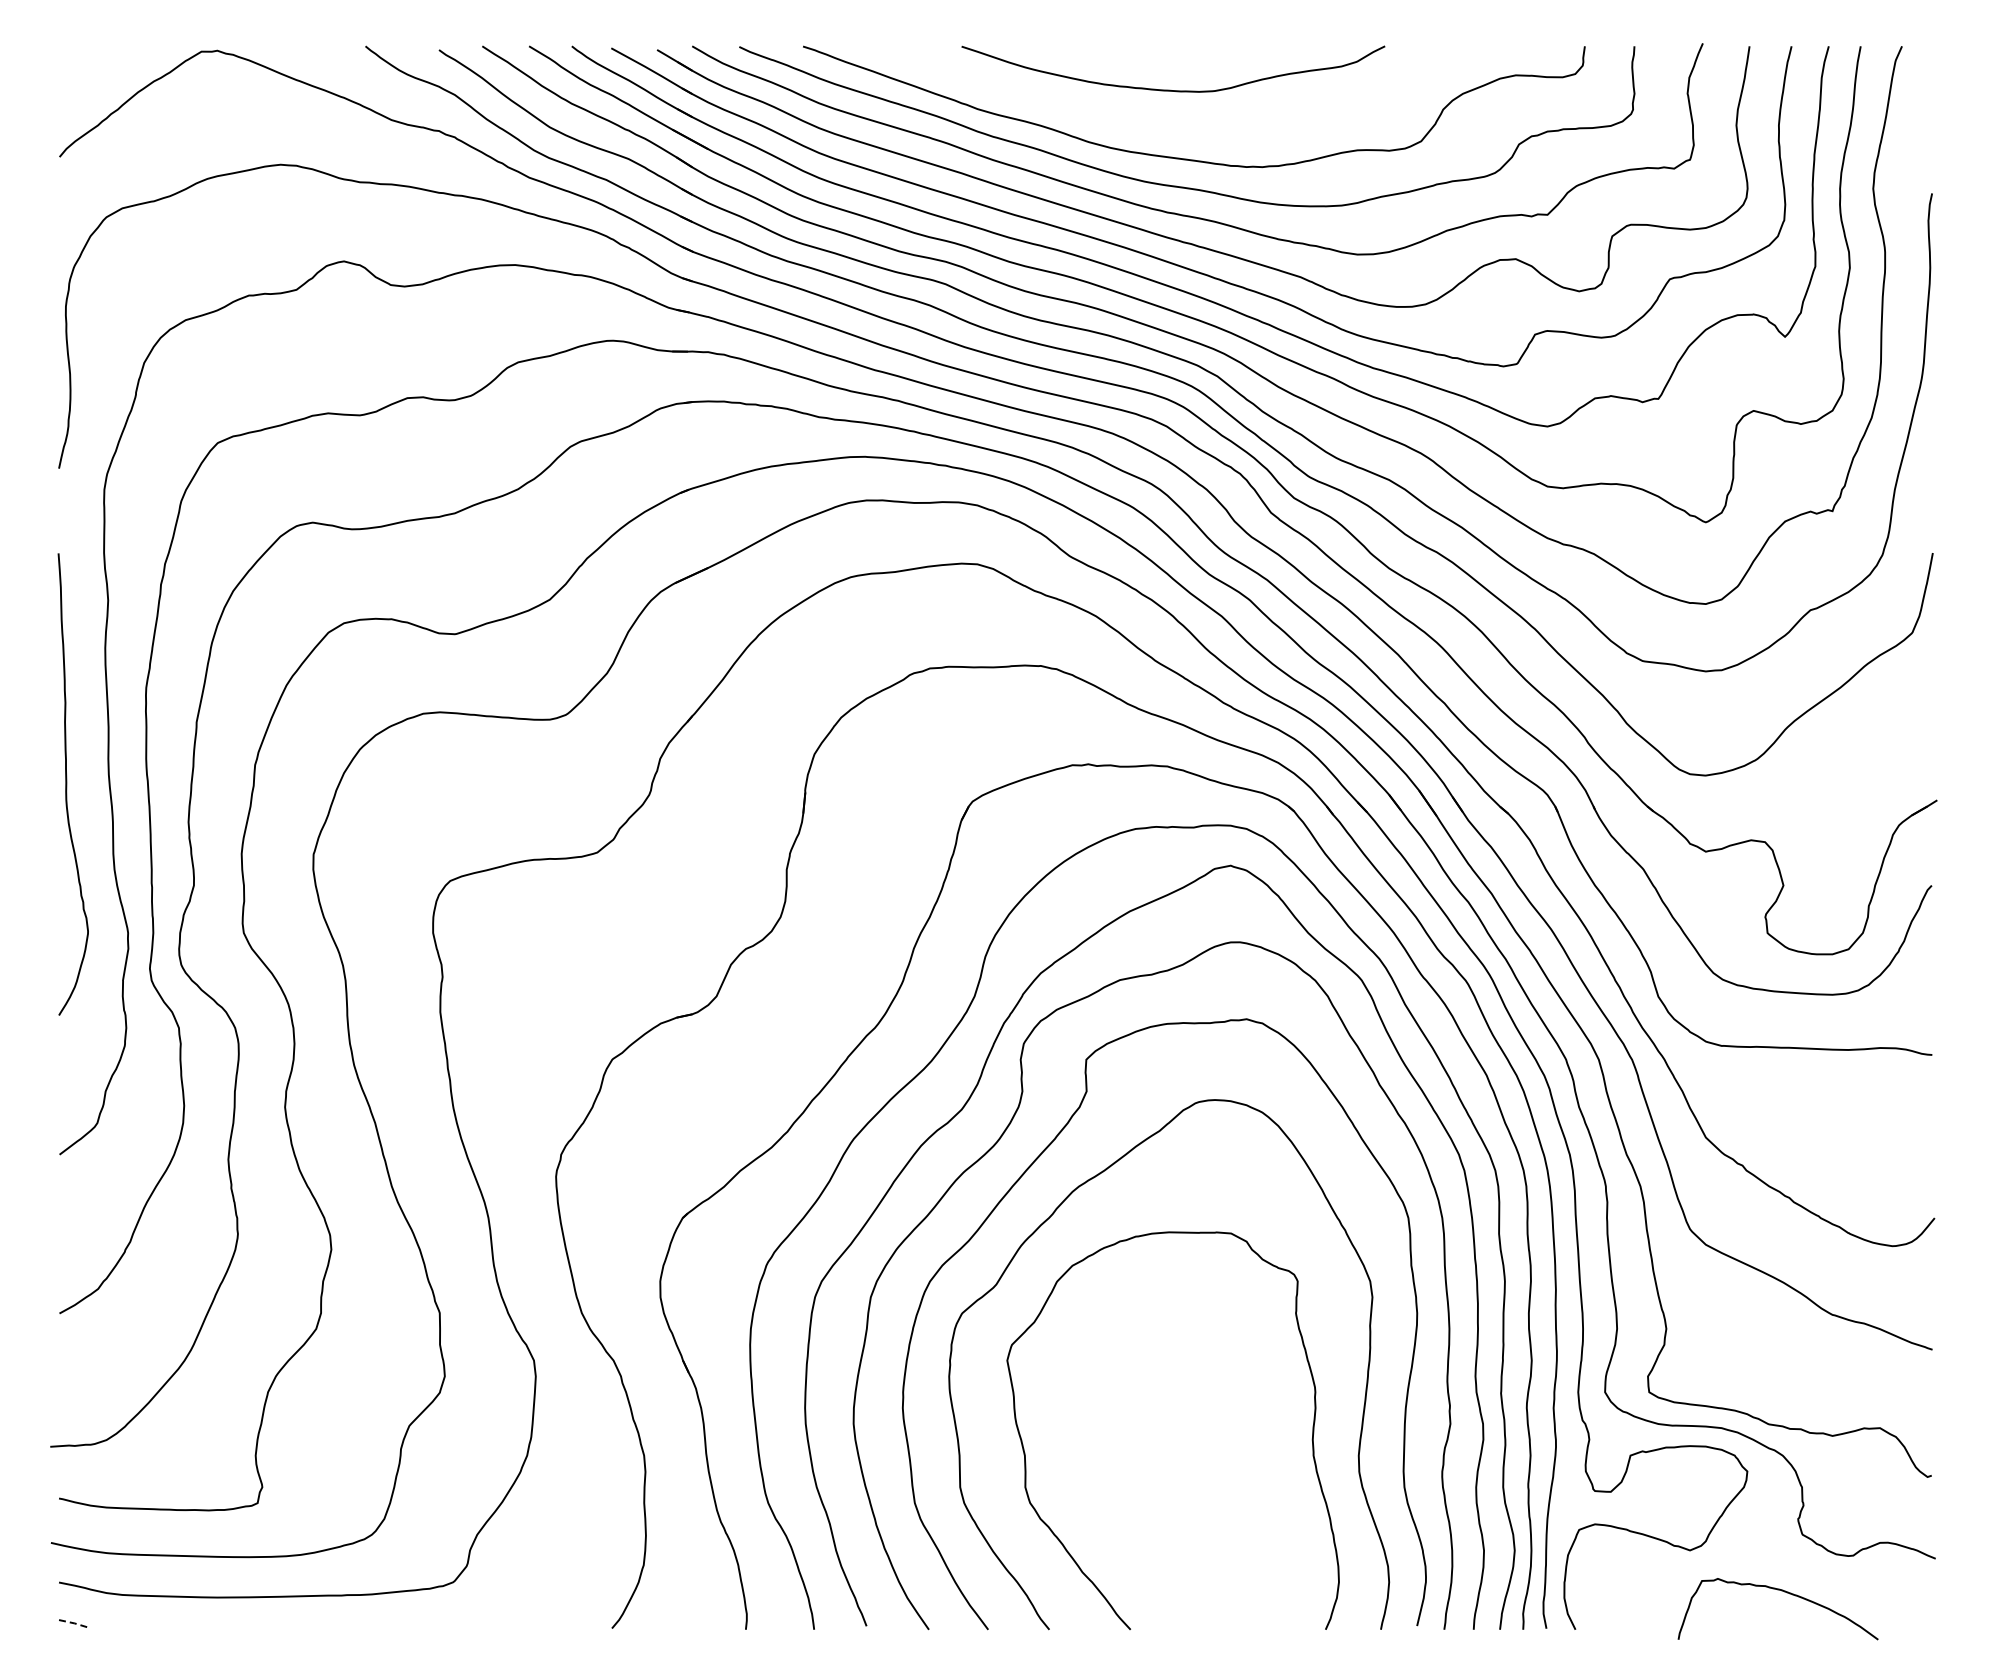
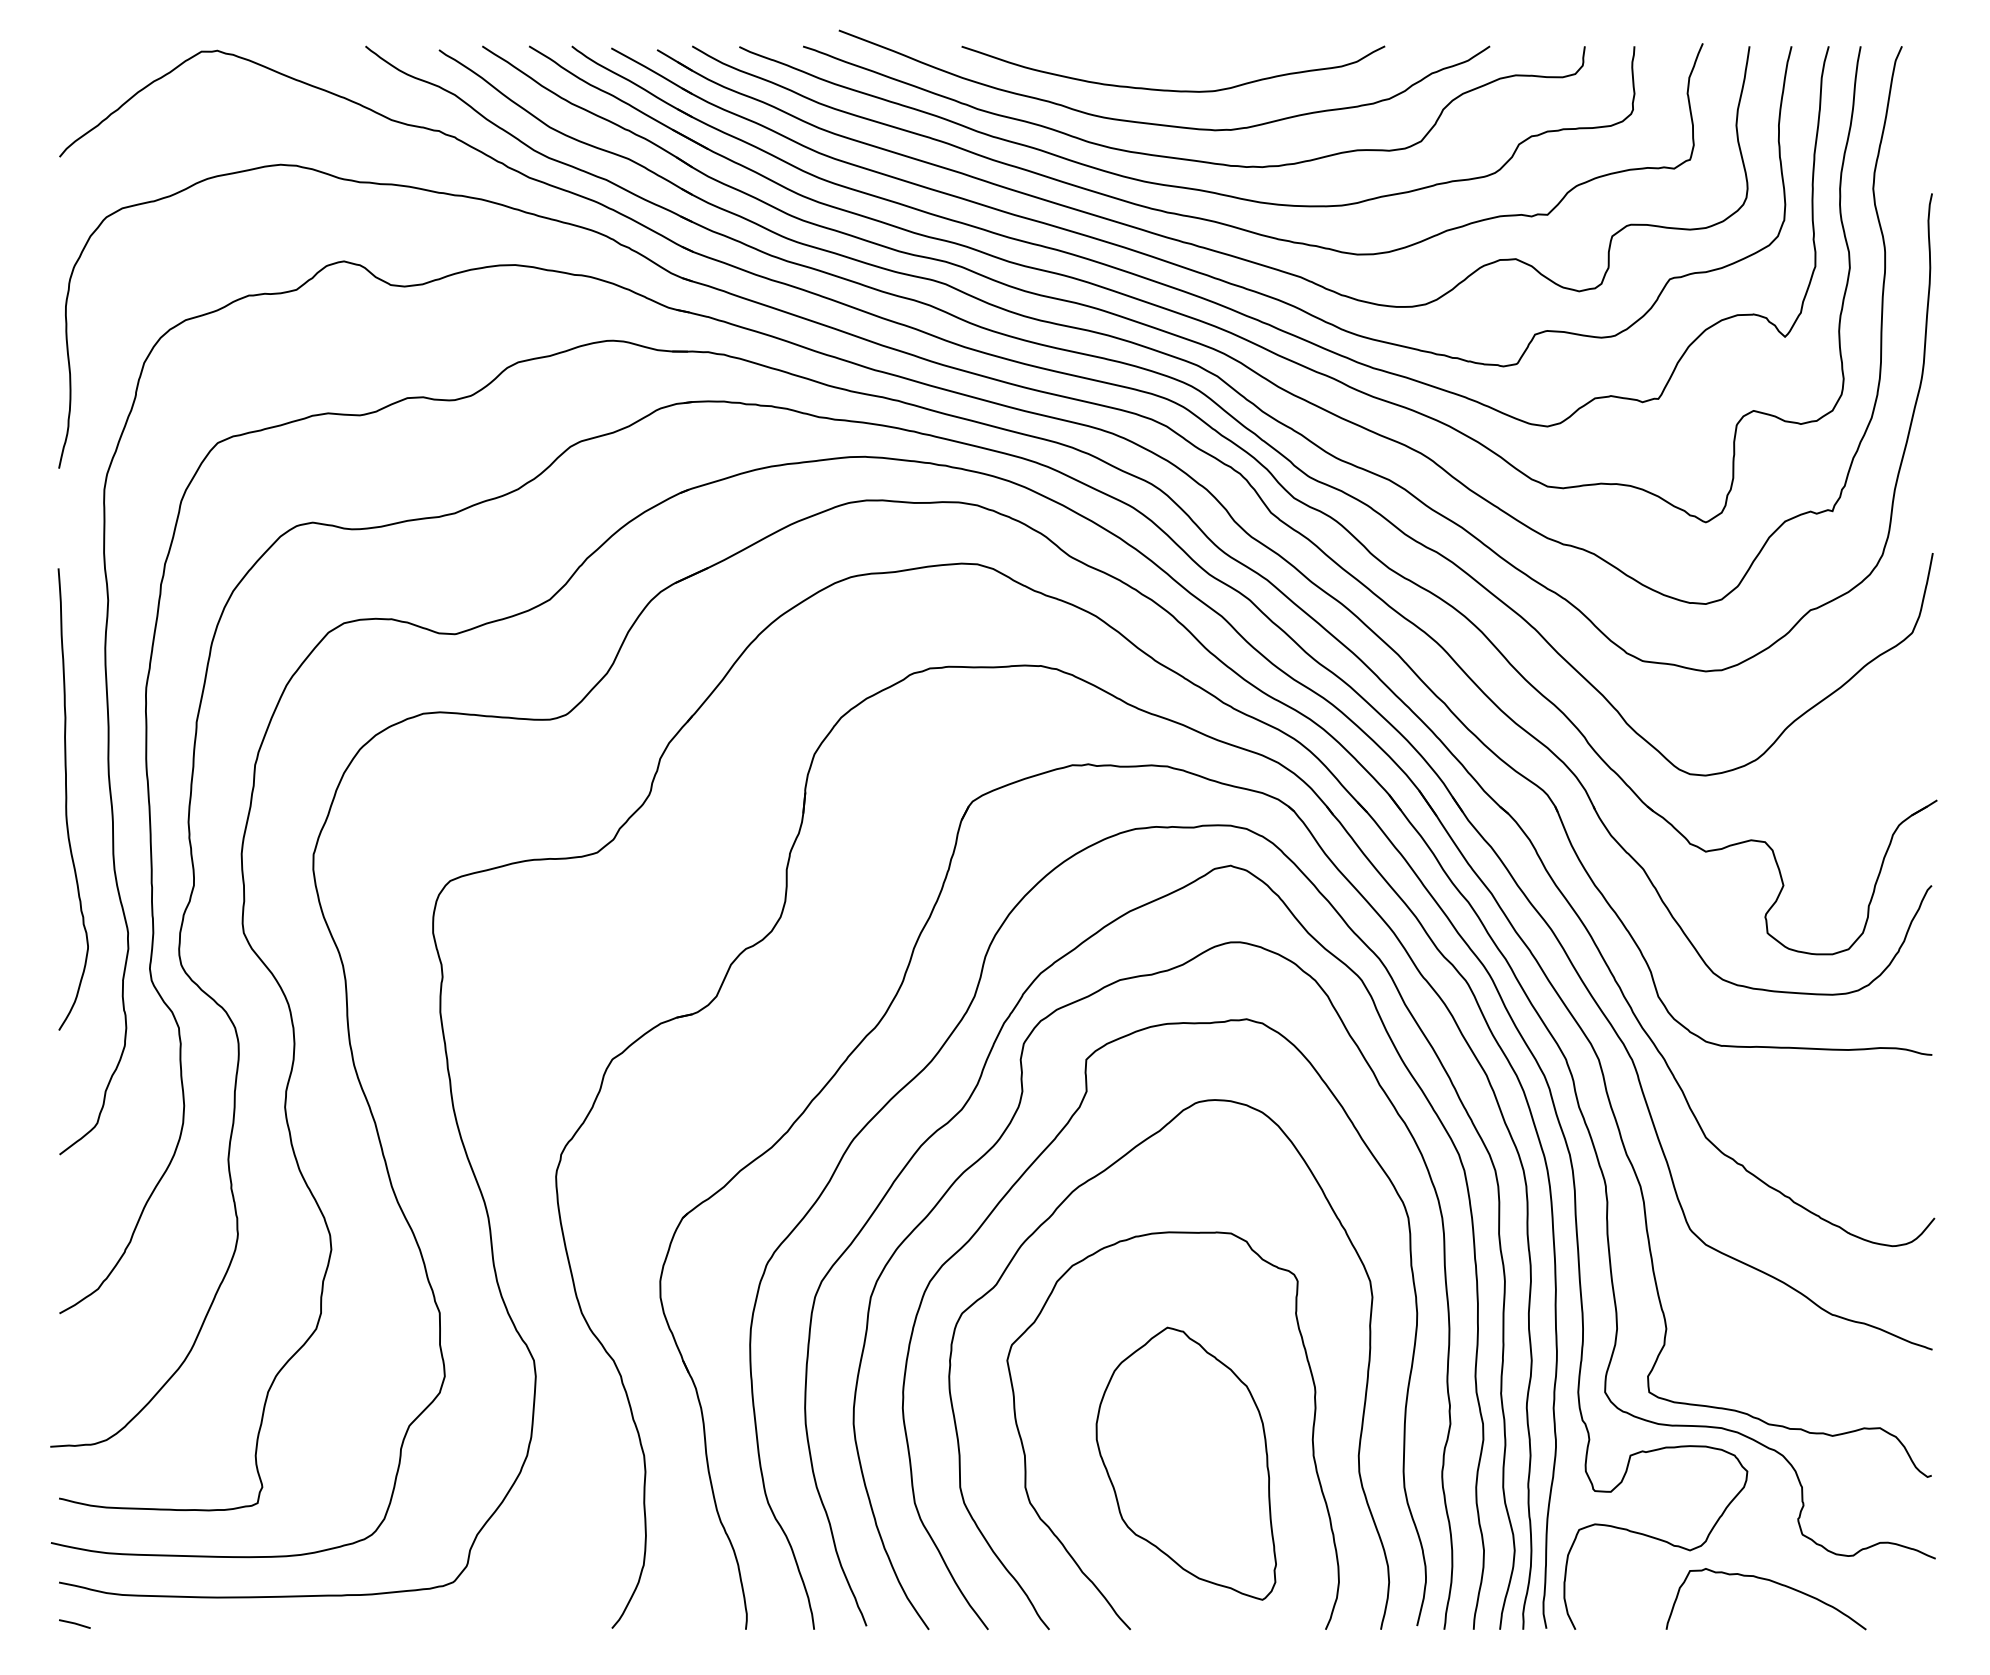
curve at (1158, 123): none -> present
curve at (67, 784) position: (67, 784) -> (67, 799)
part at (1185, 1463): none -> present
curve at (1784, 1592) position: (1784, 1592) -> (1772, 1582)
line at (74, 1623): dashed -> solid
